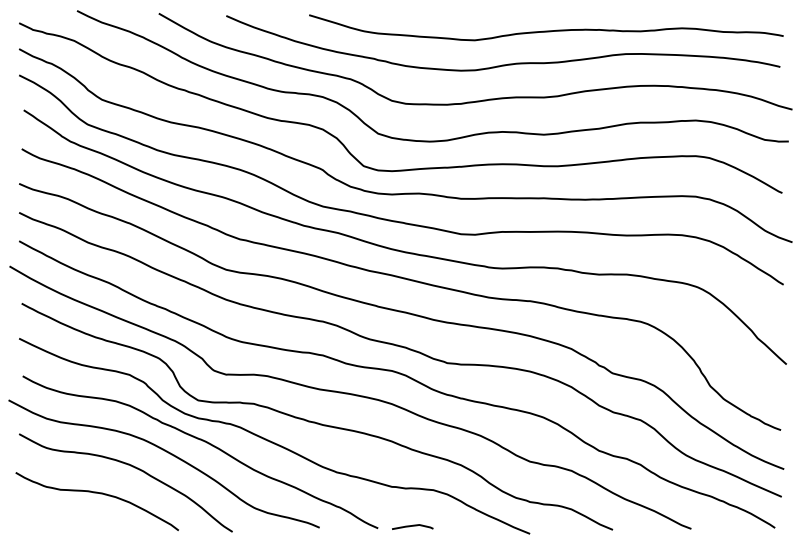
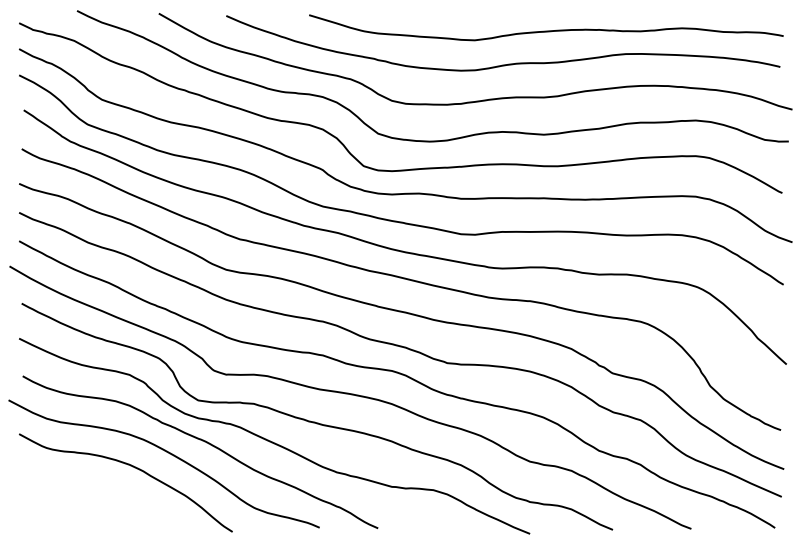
curve at (96, 493): present -> none
curve at (412, 526): present -> none
